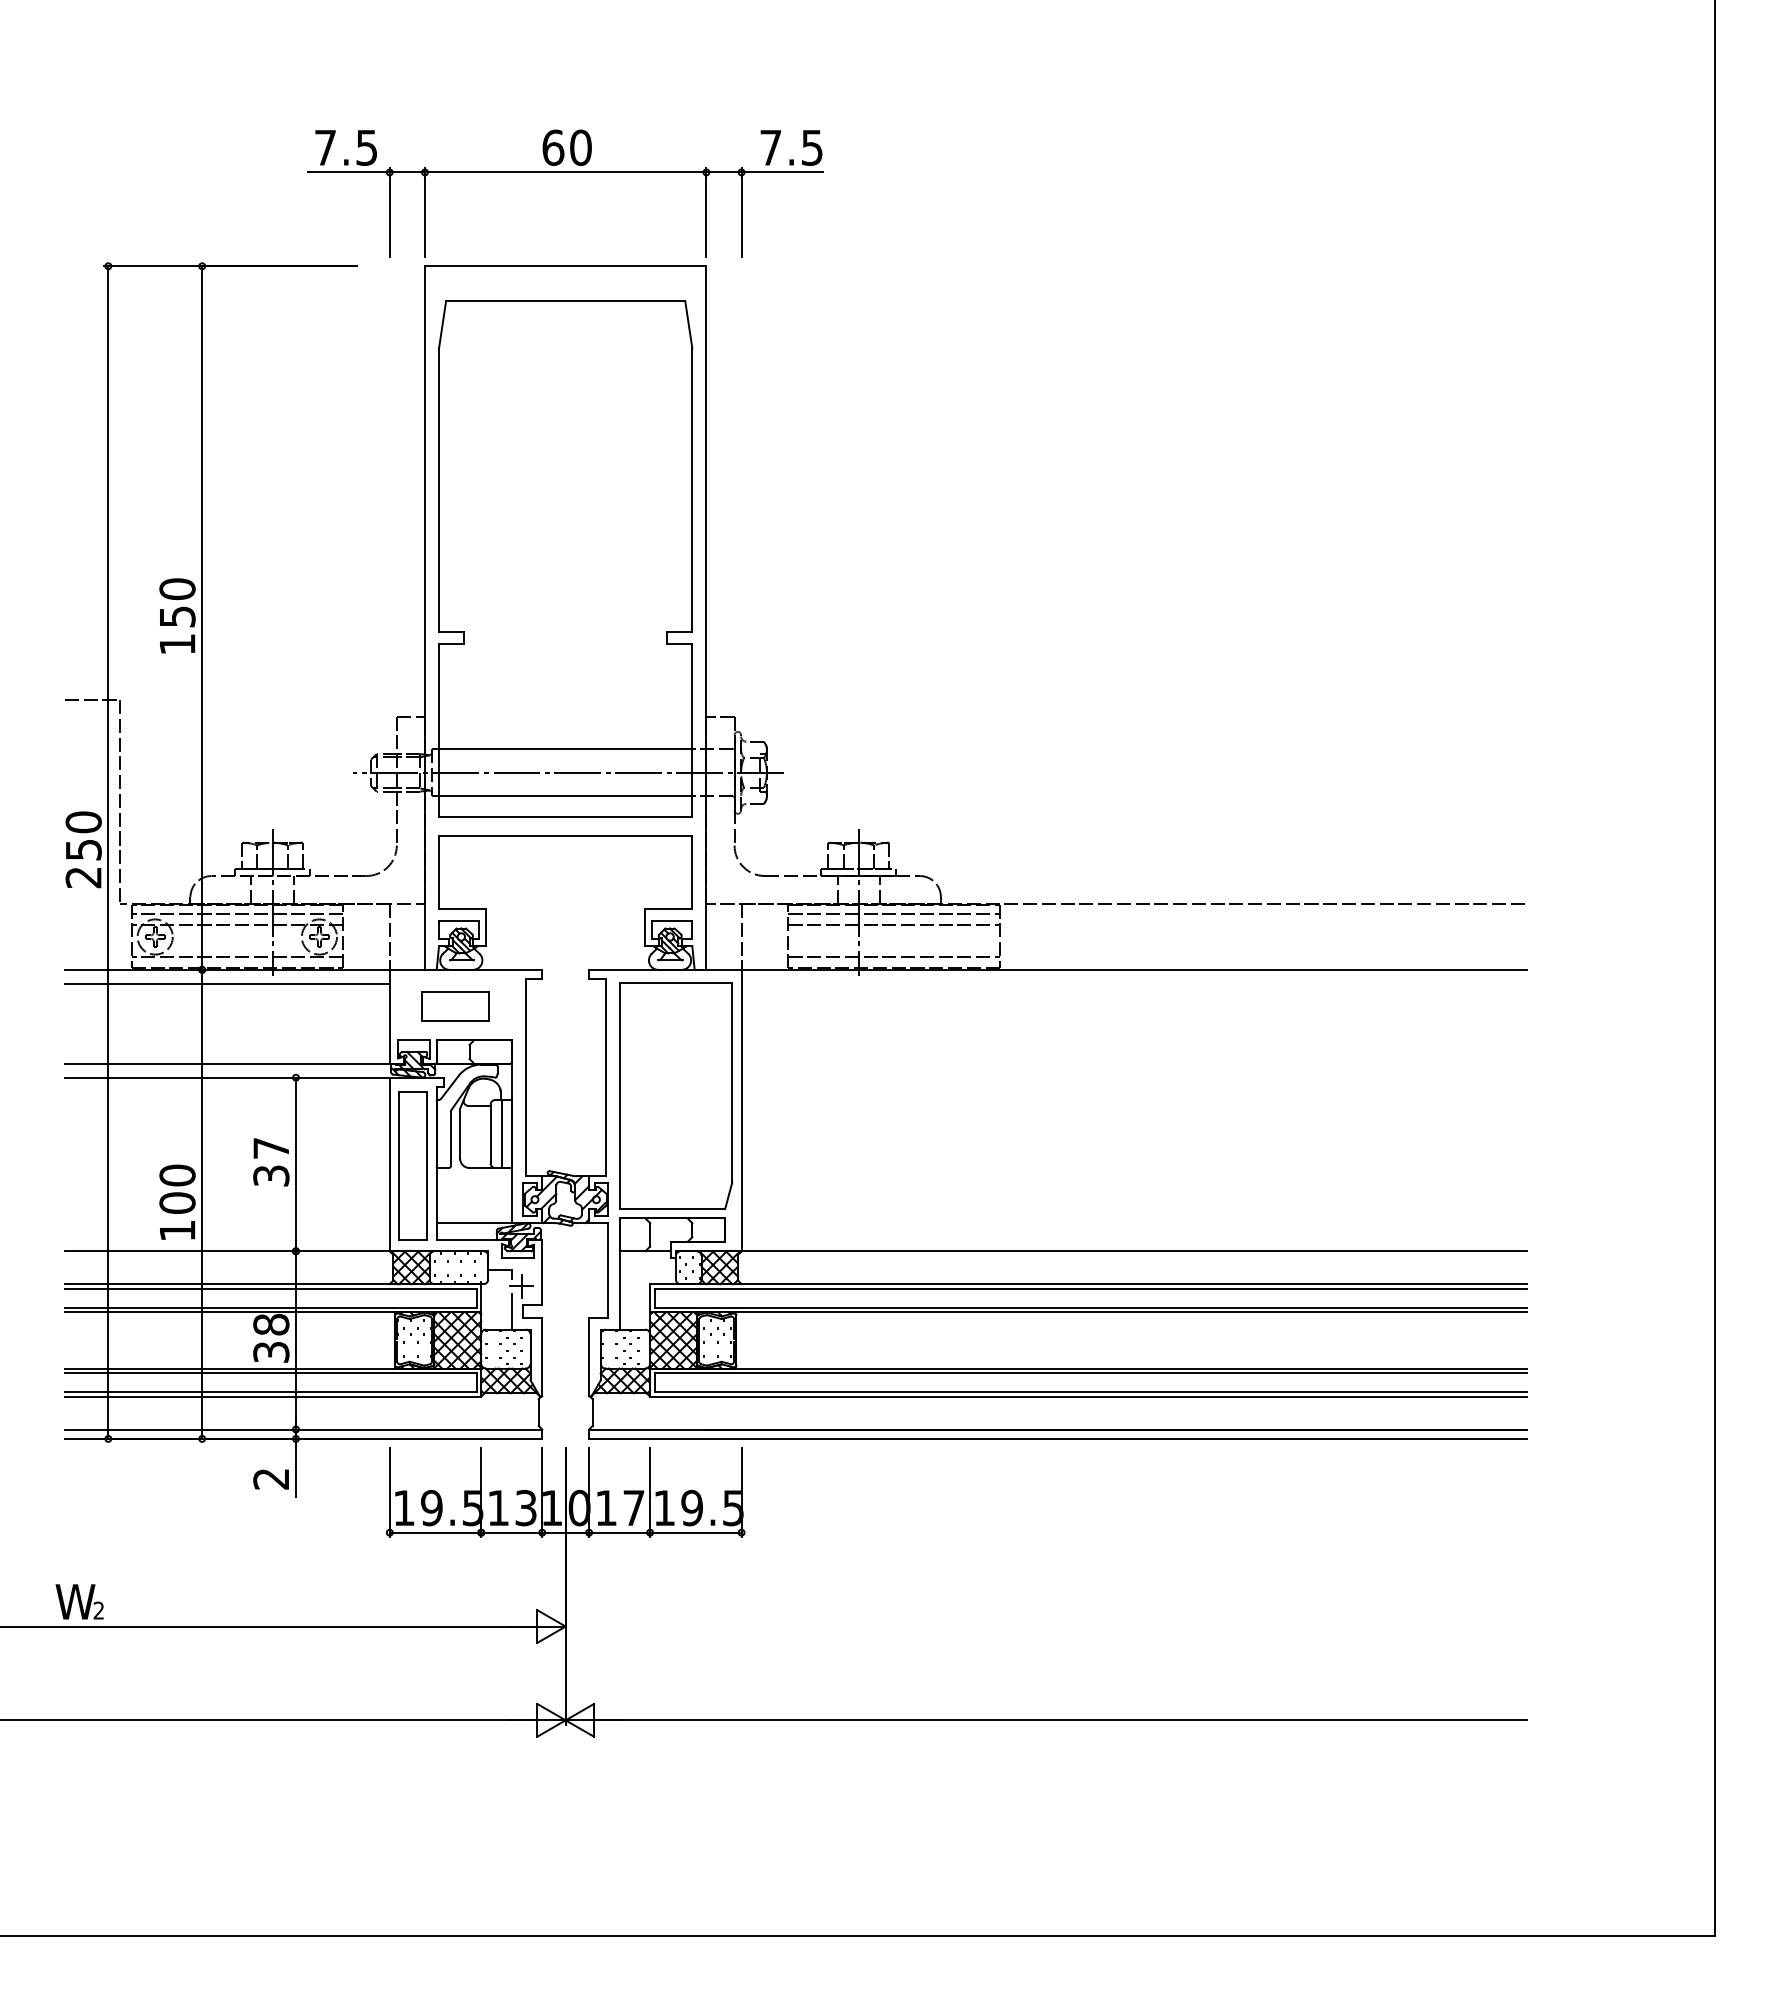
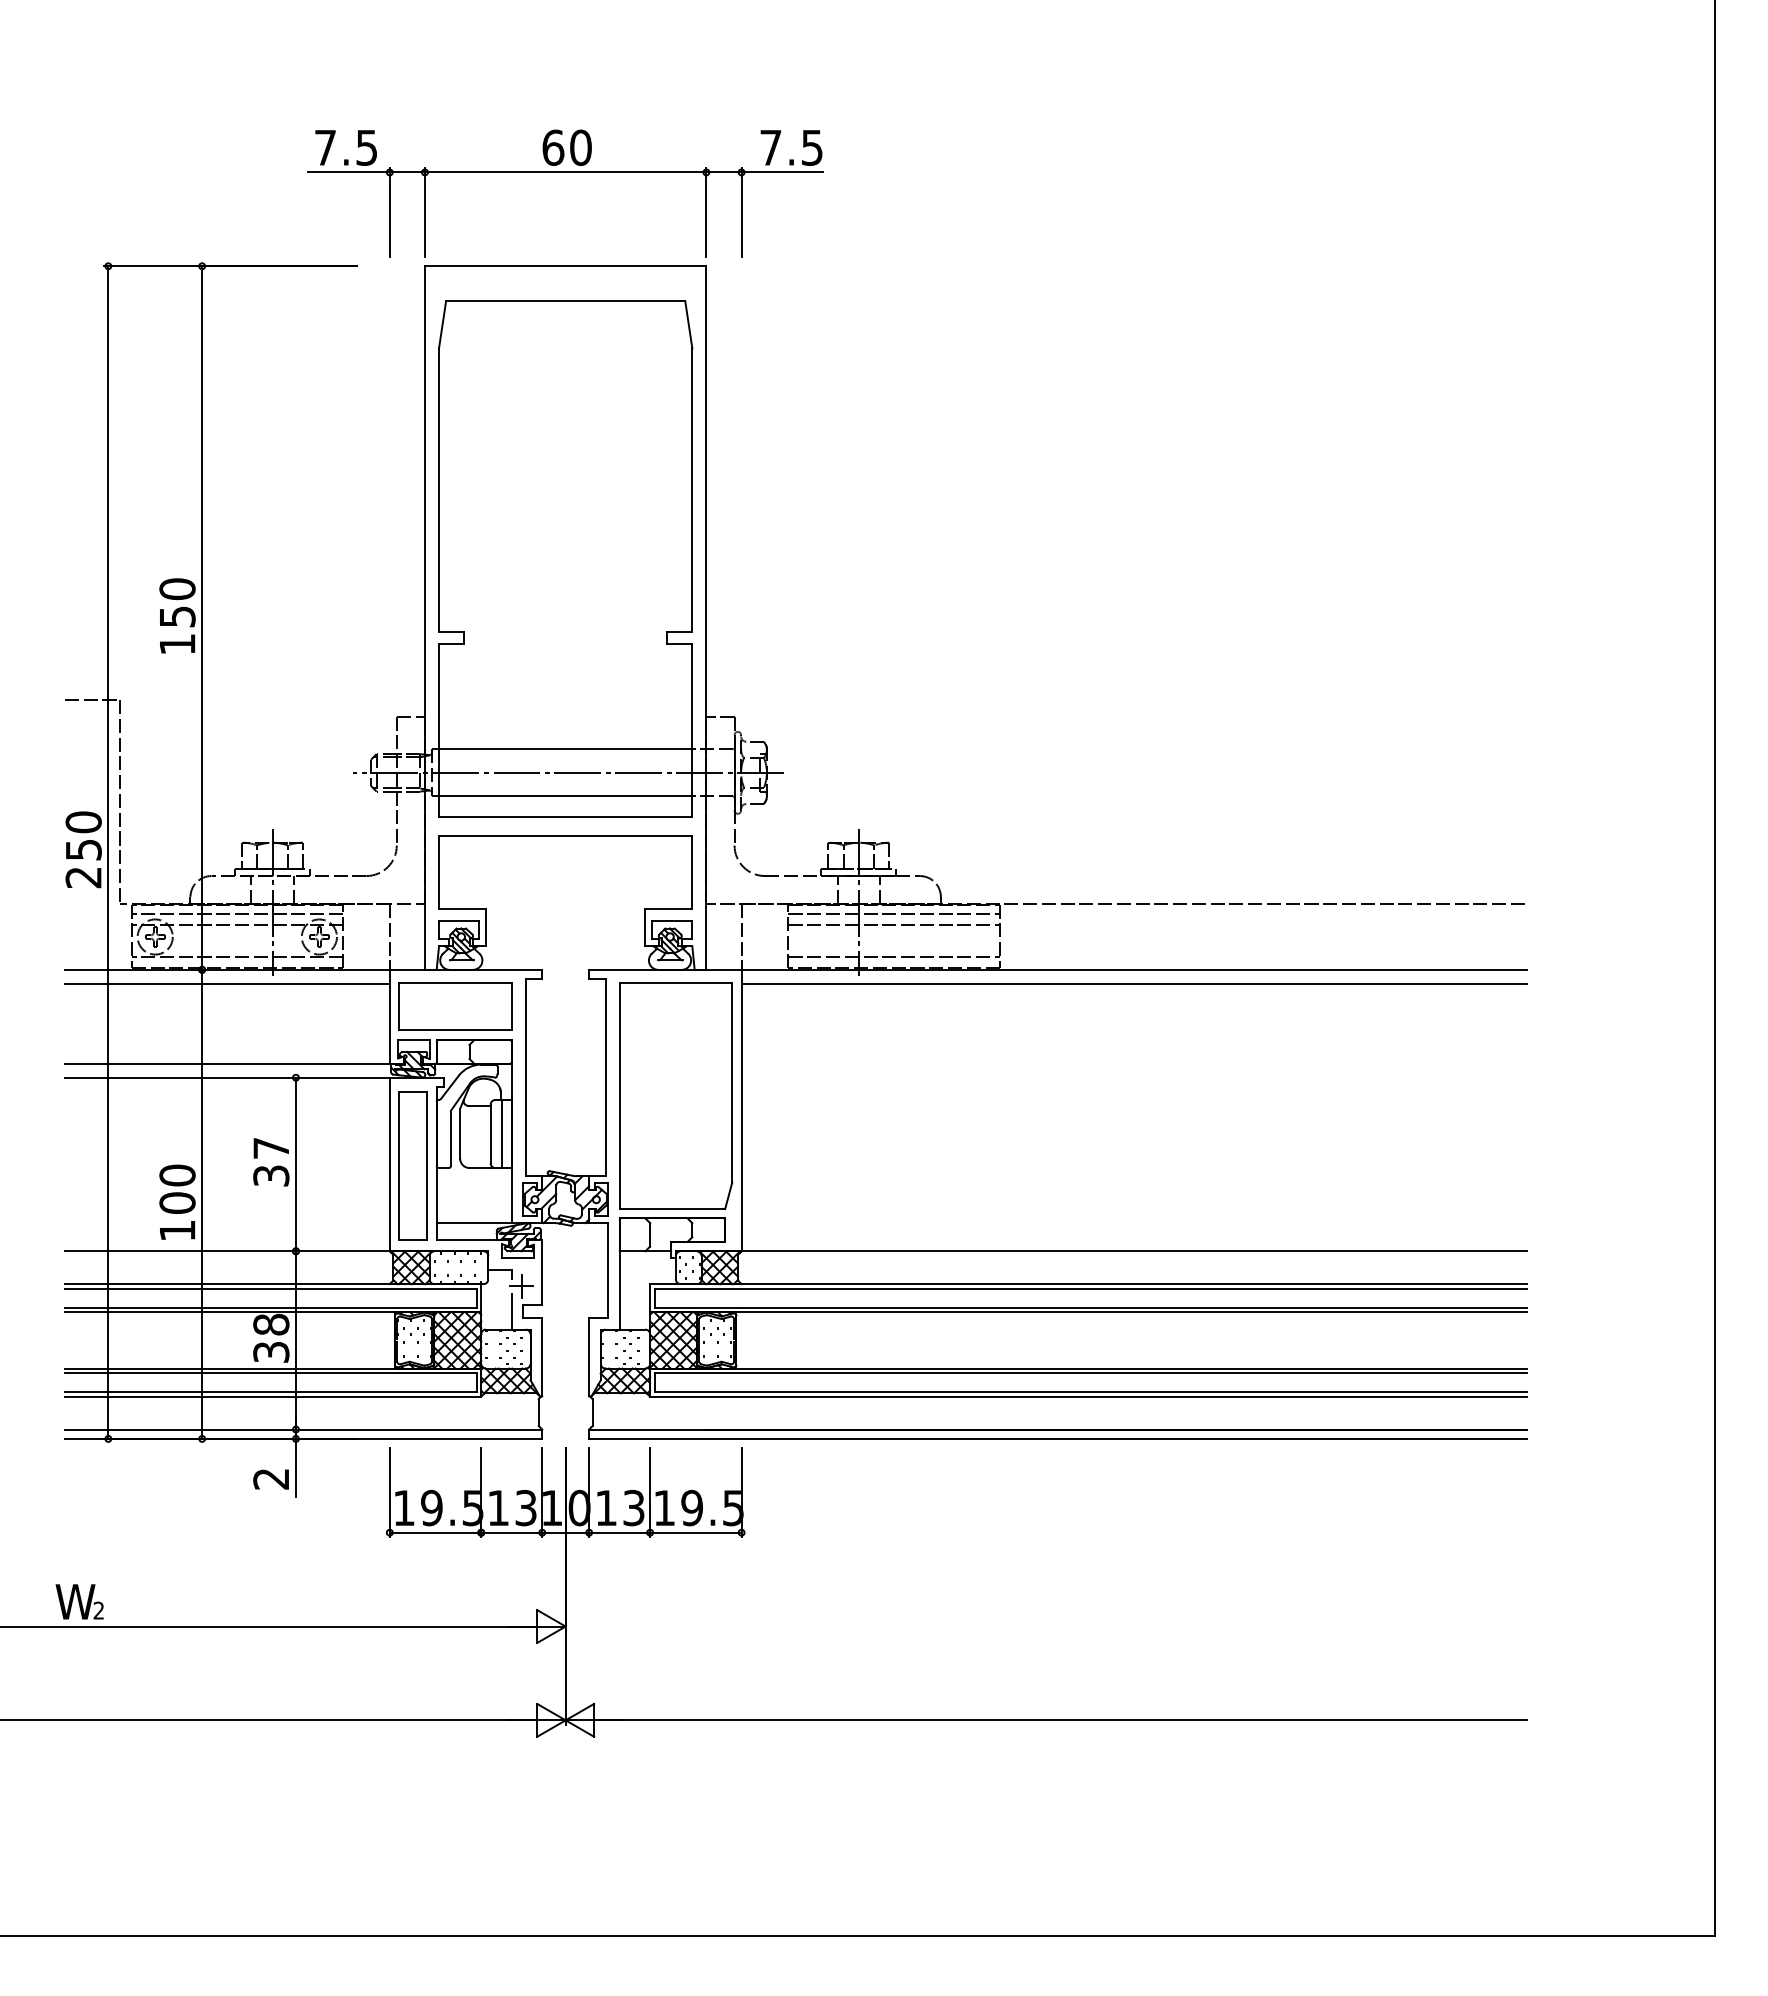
line at (1134, 983): none -> present
part at (455, 1006) size: 69x31 px -> 115x49 px
text at (633, 1507): 17 -> 13
